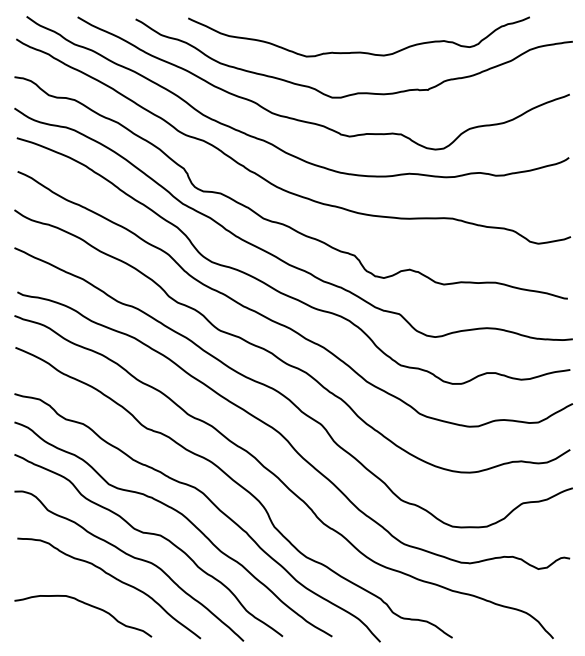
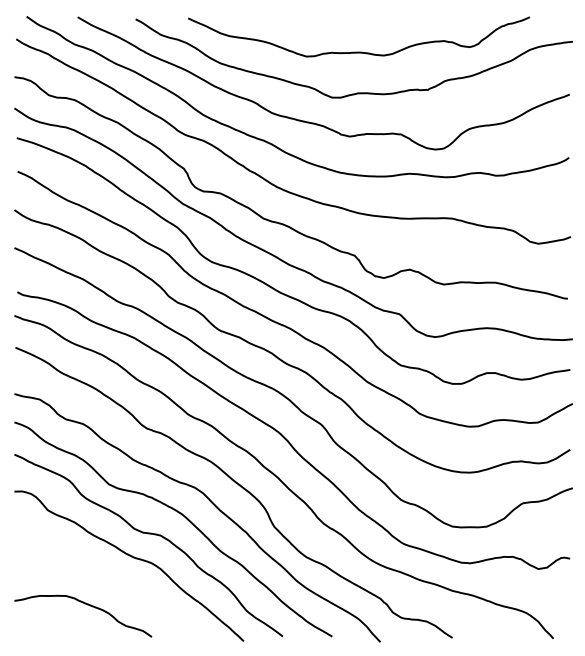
curve at (116, 580): present -> none
